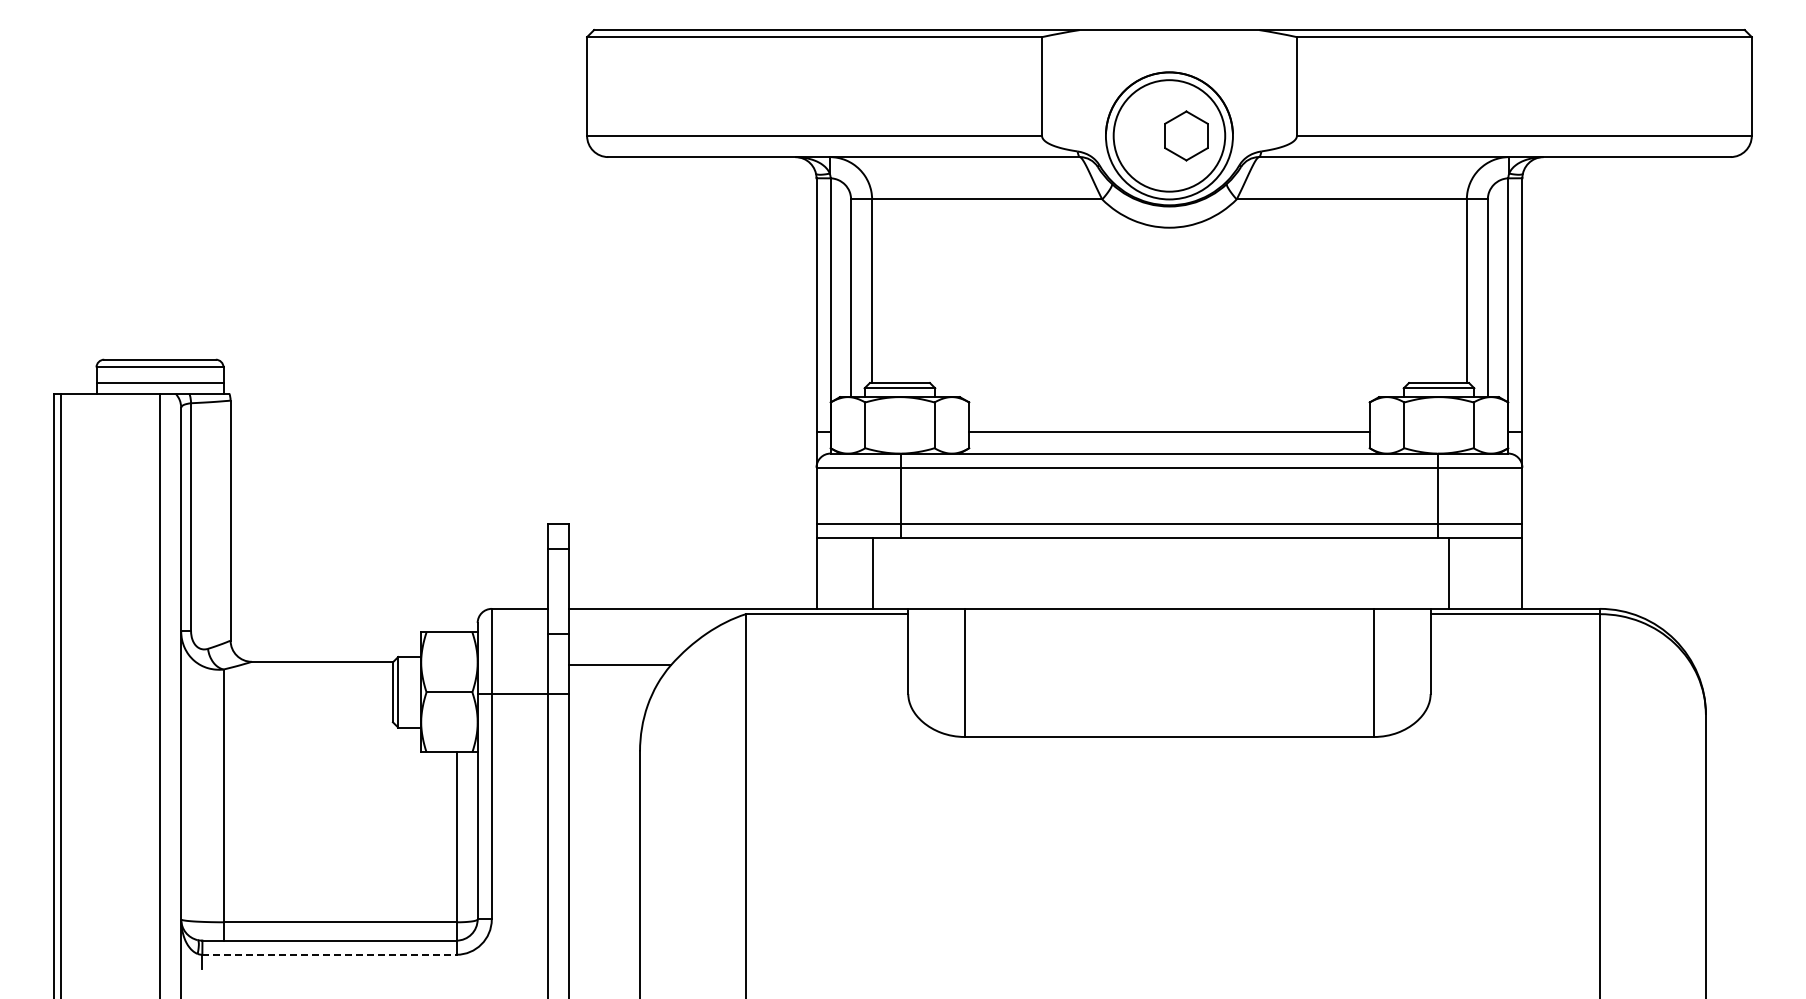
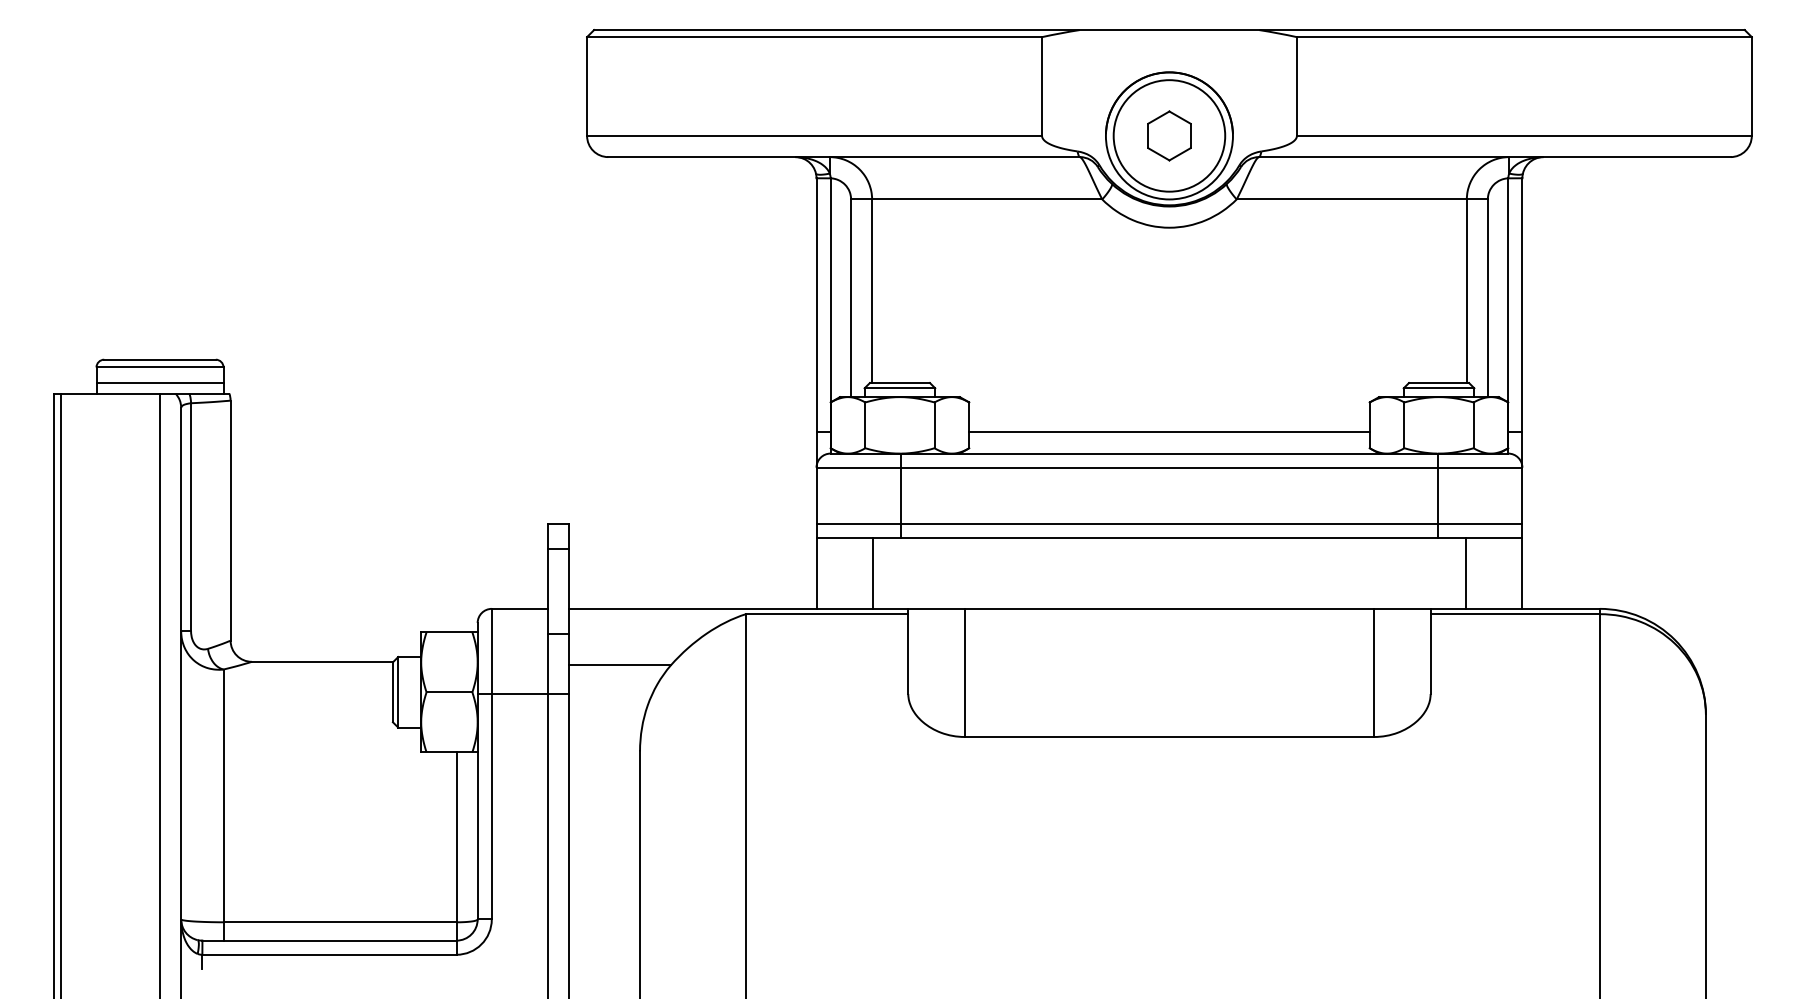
part at (1186, 135) position: (1186, 135) -> (1169, 135)
line at (1448, 573) position: (1448, 573) -> (1465, 573)
line at (329, 954): dashed -> solid
